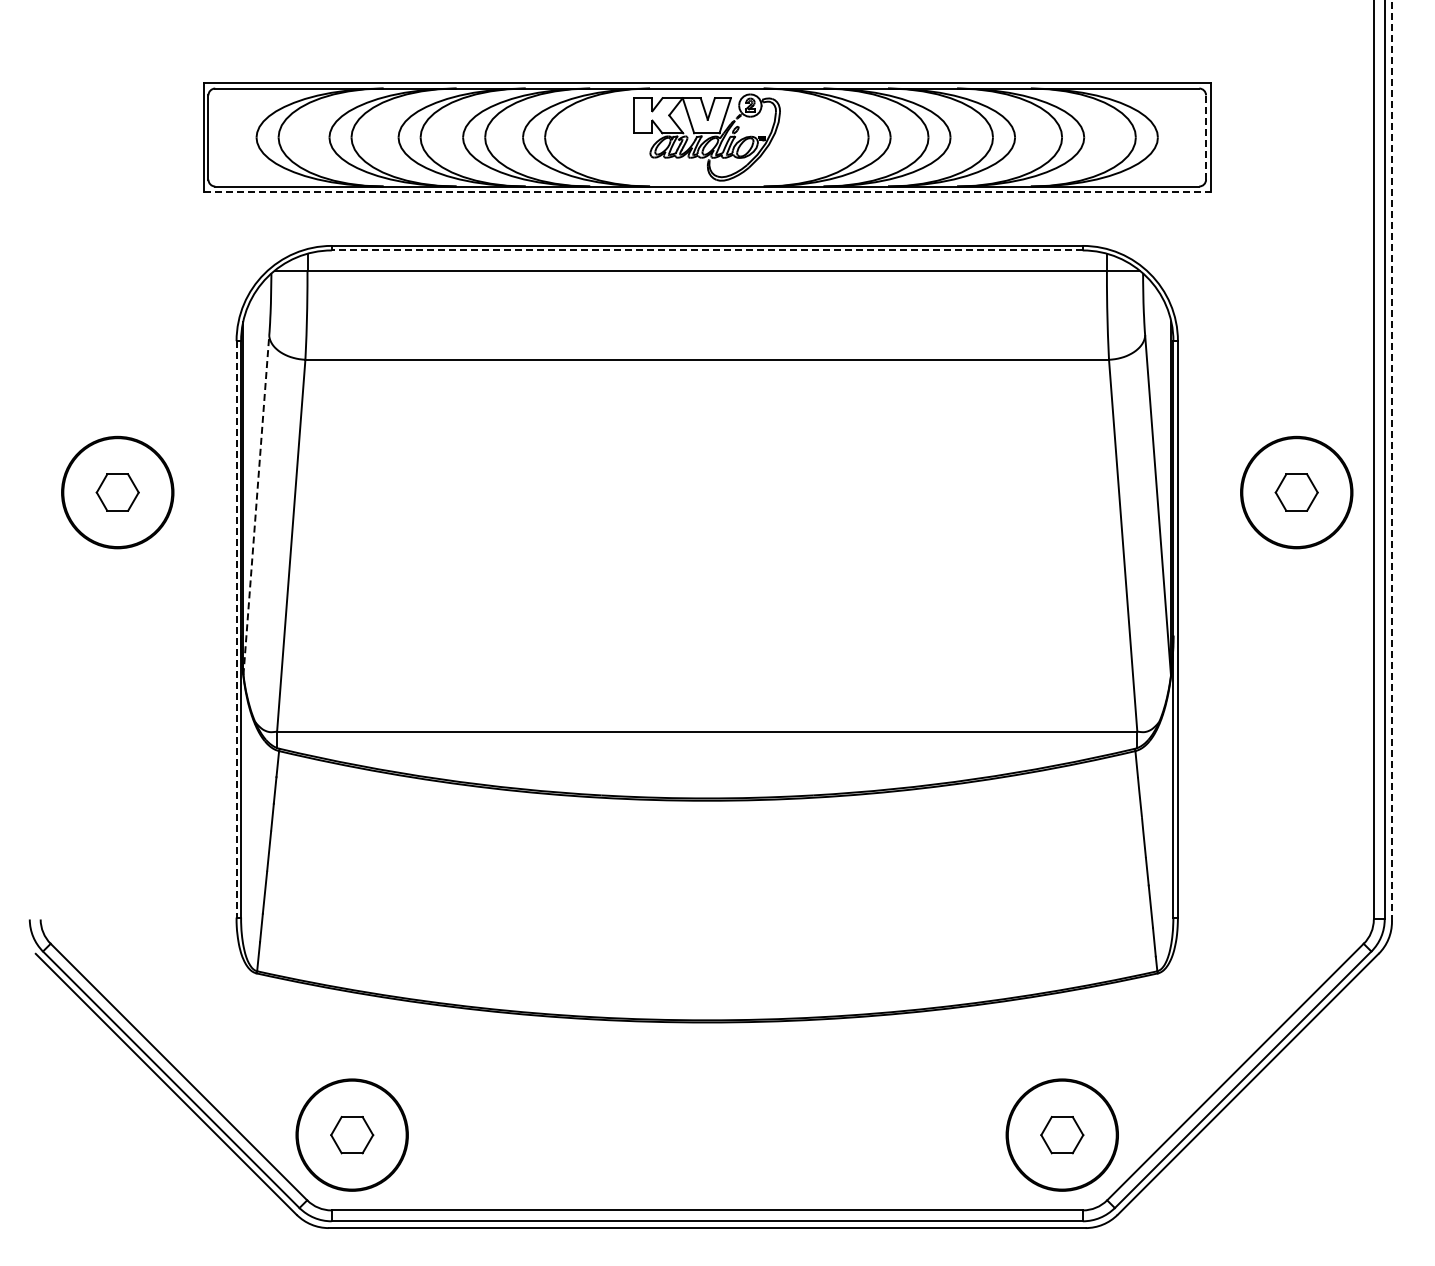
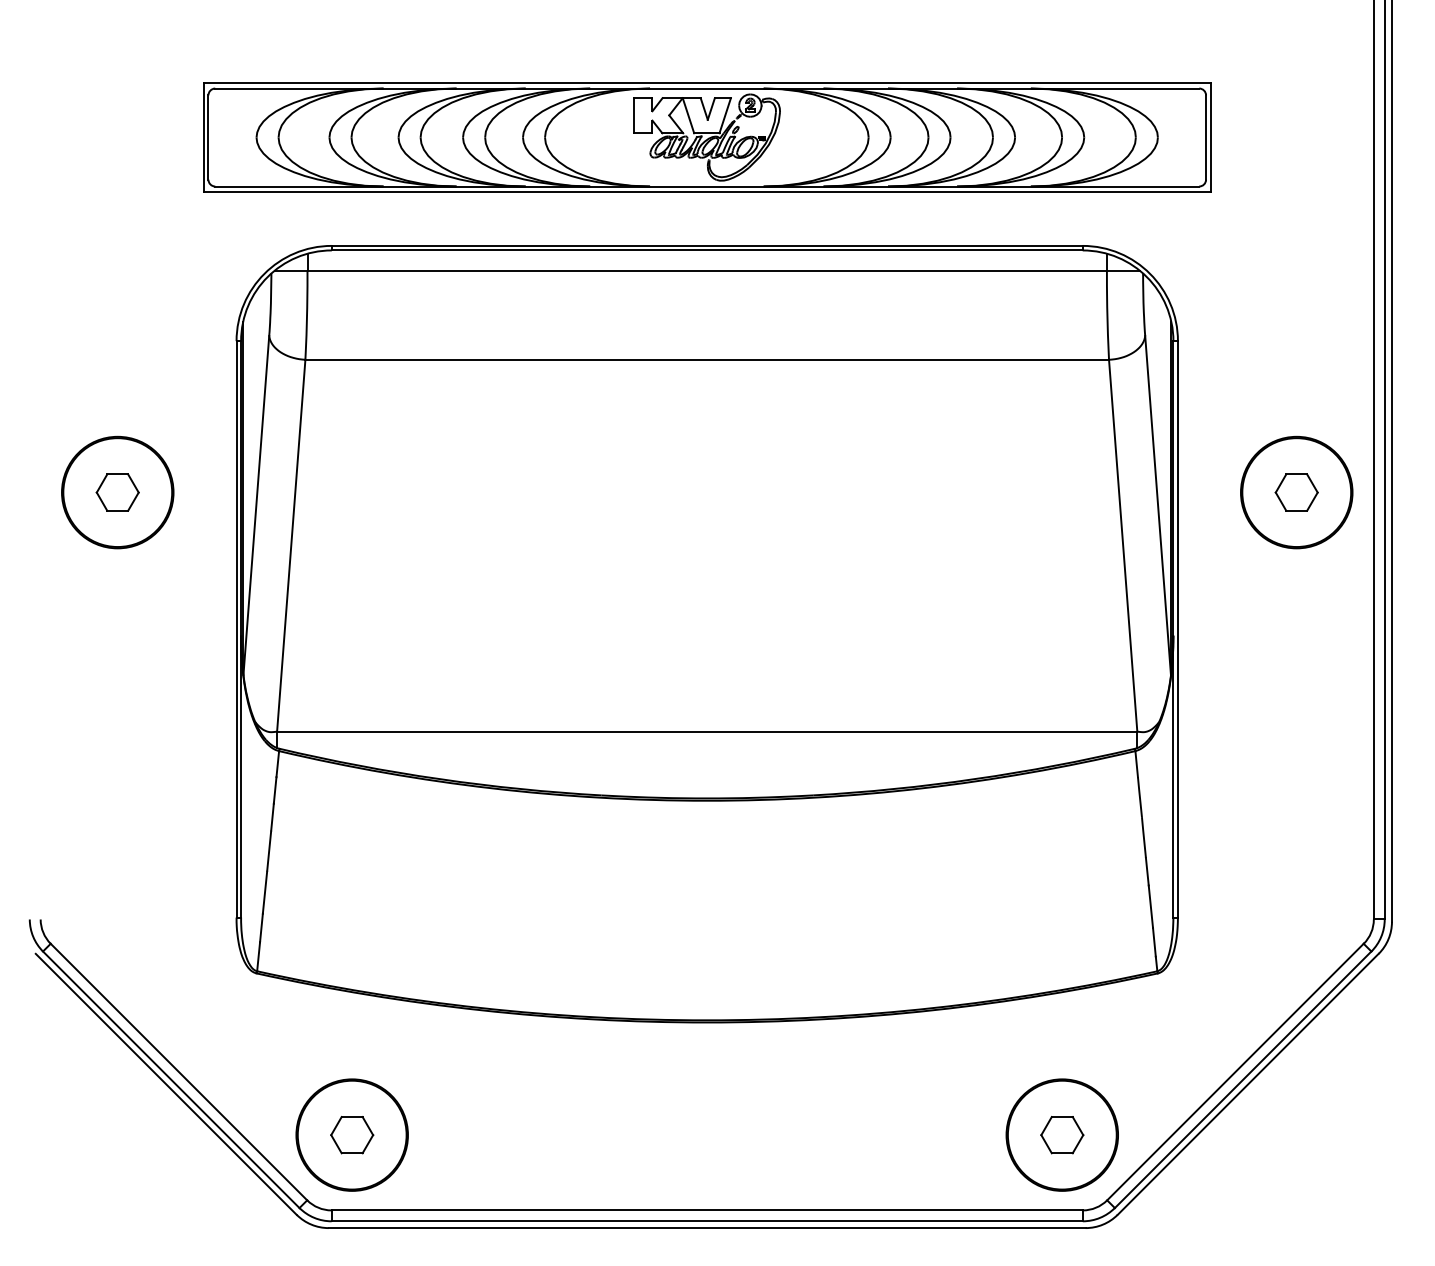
line at (1206, 137): dashed -> solid
line at (707, 191): dashed -> solid
line at (706, 250): dashed -> solid
line at (1391, 460): dashed -> solid
line at (256, 505): dashed -> solid
line at (236, 629): dashed -> solid
